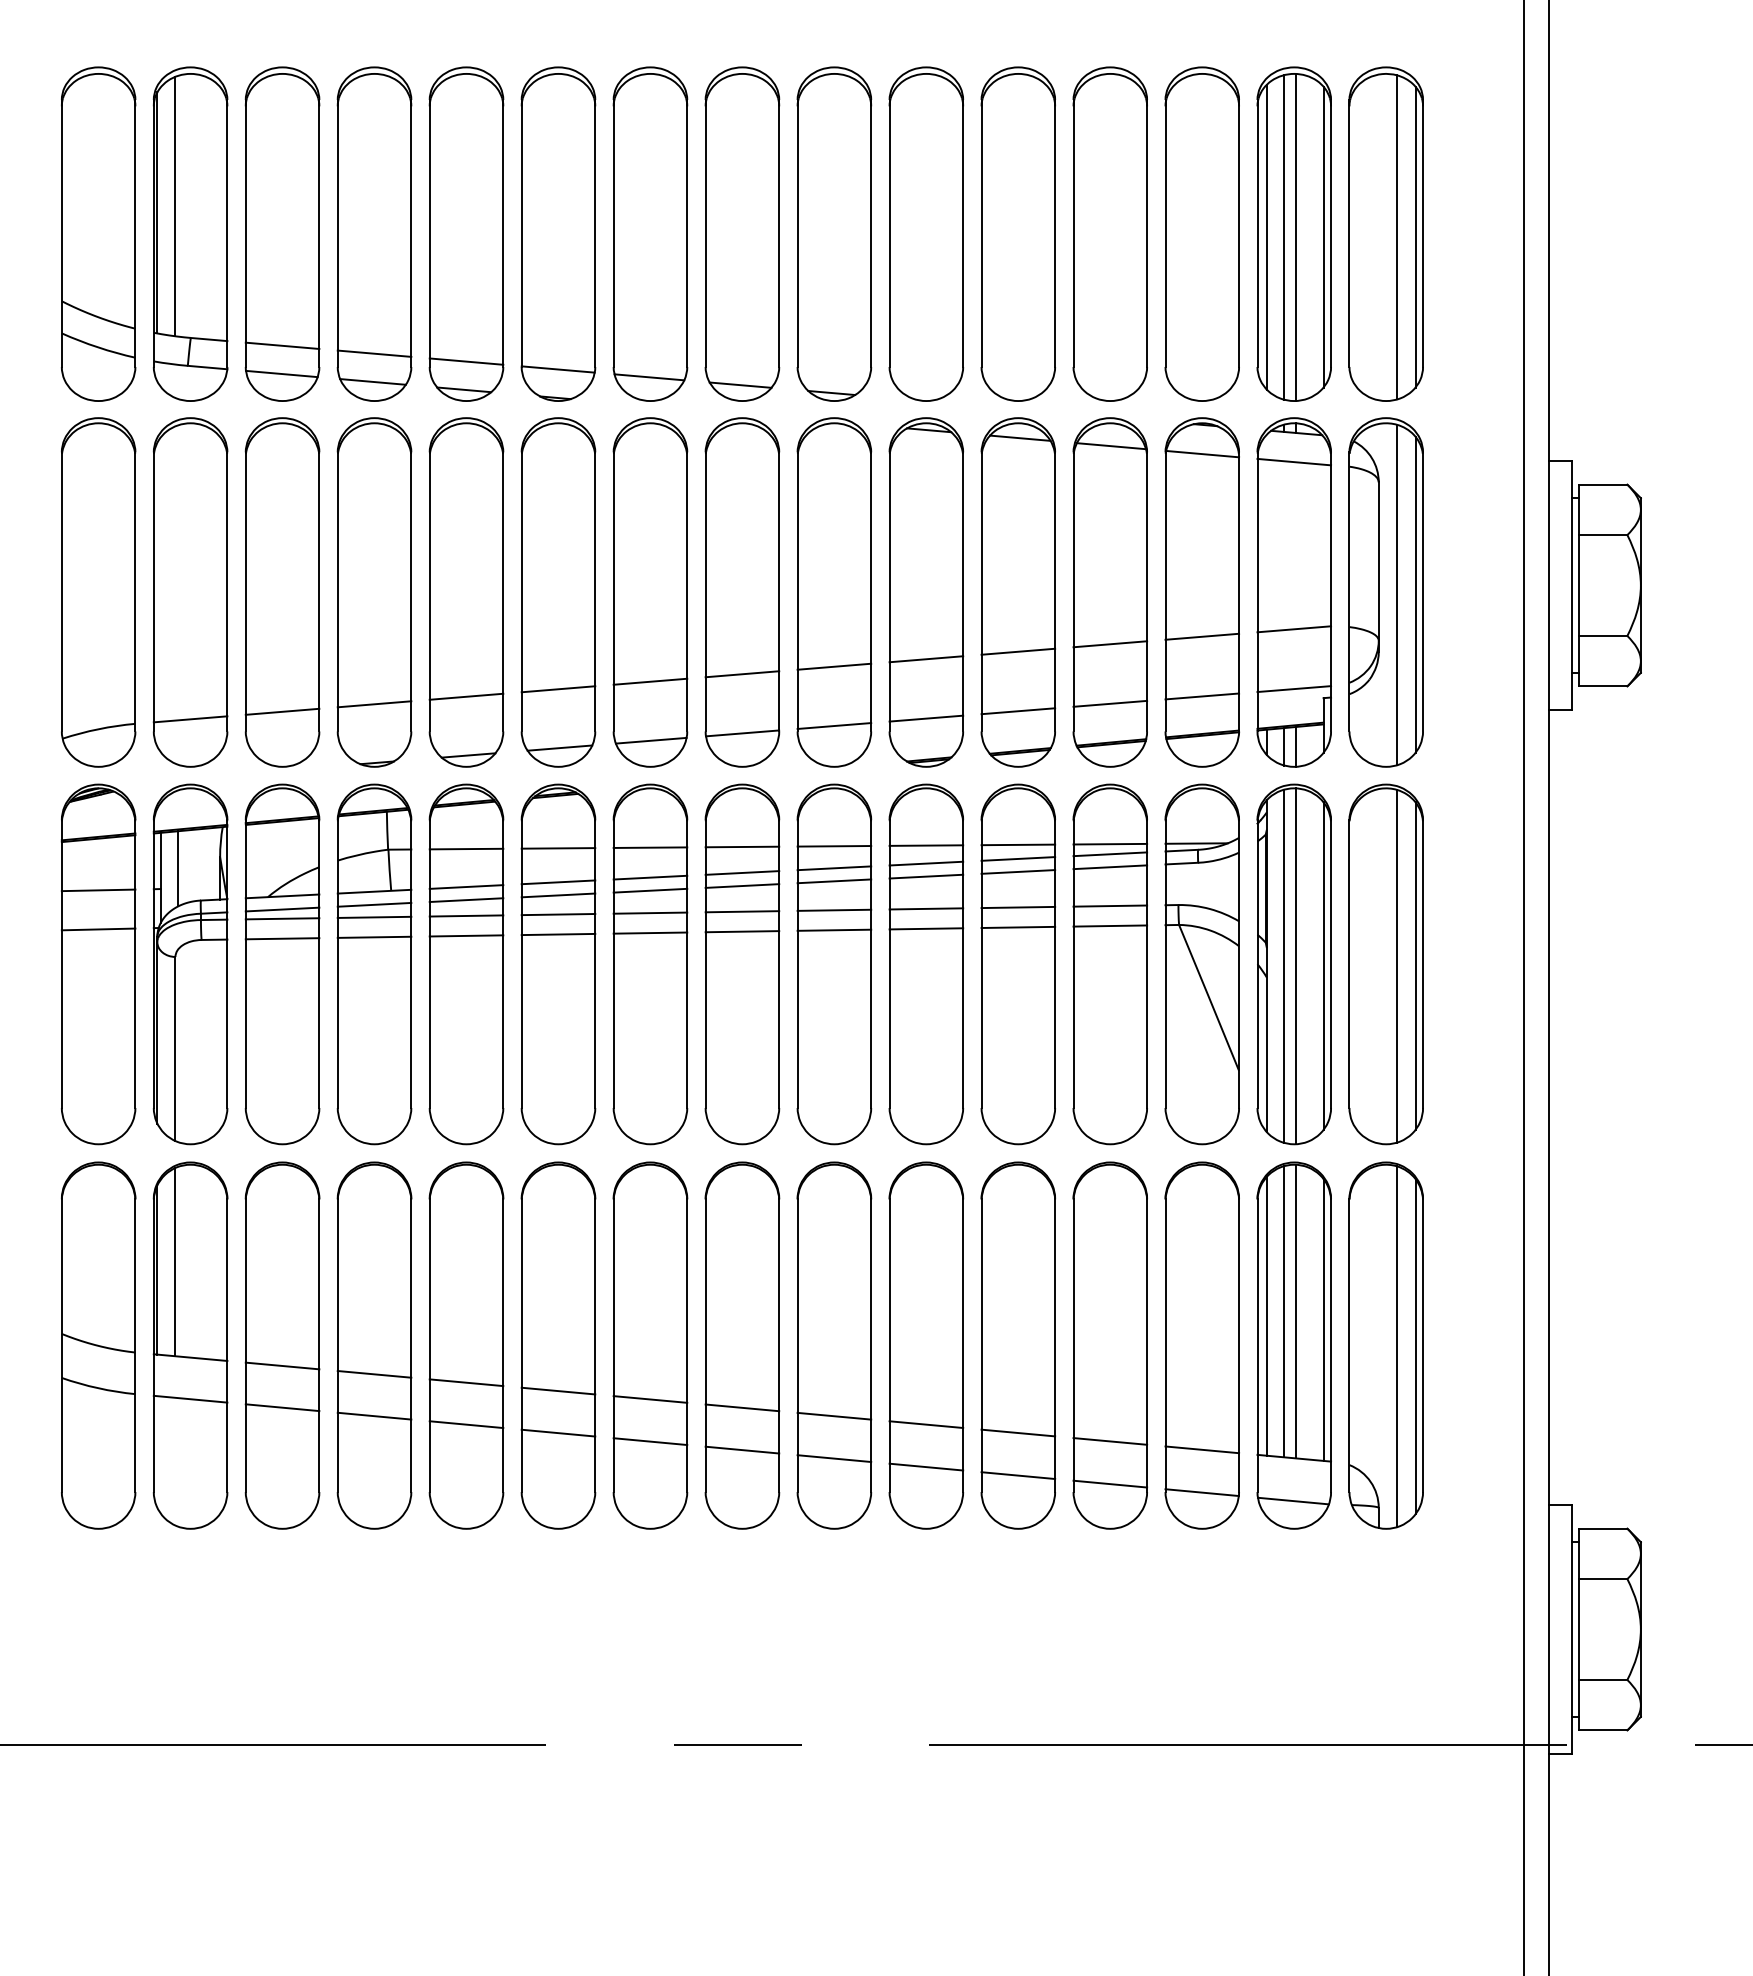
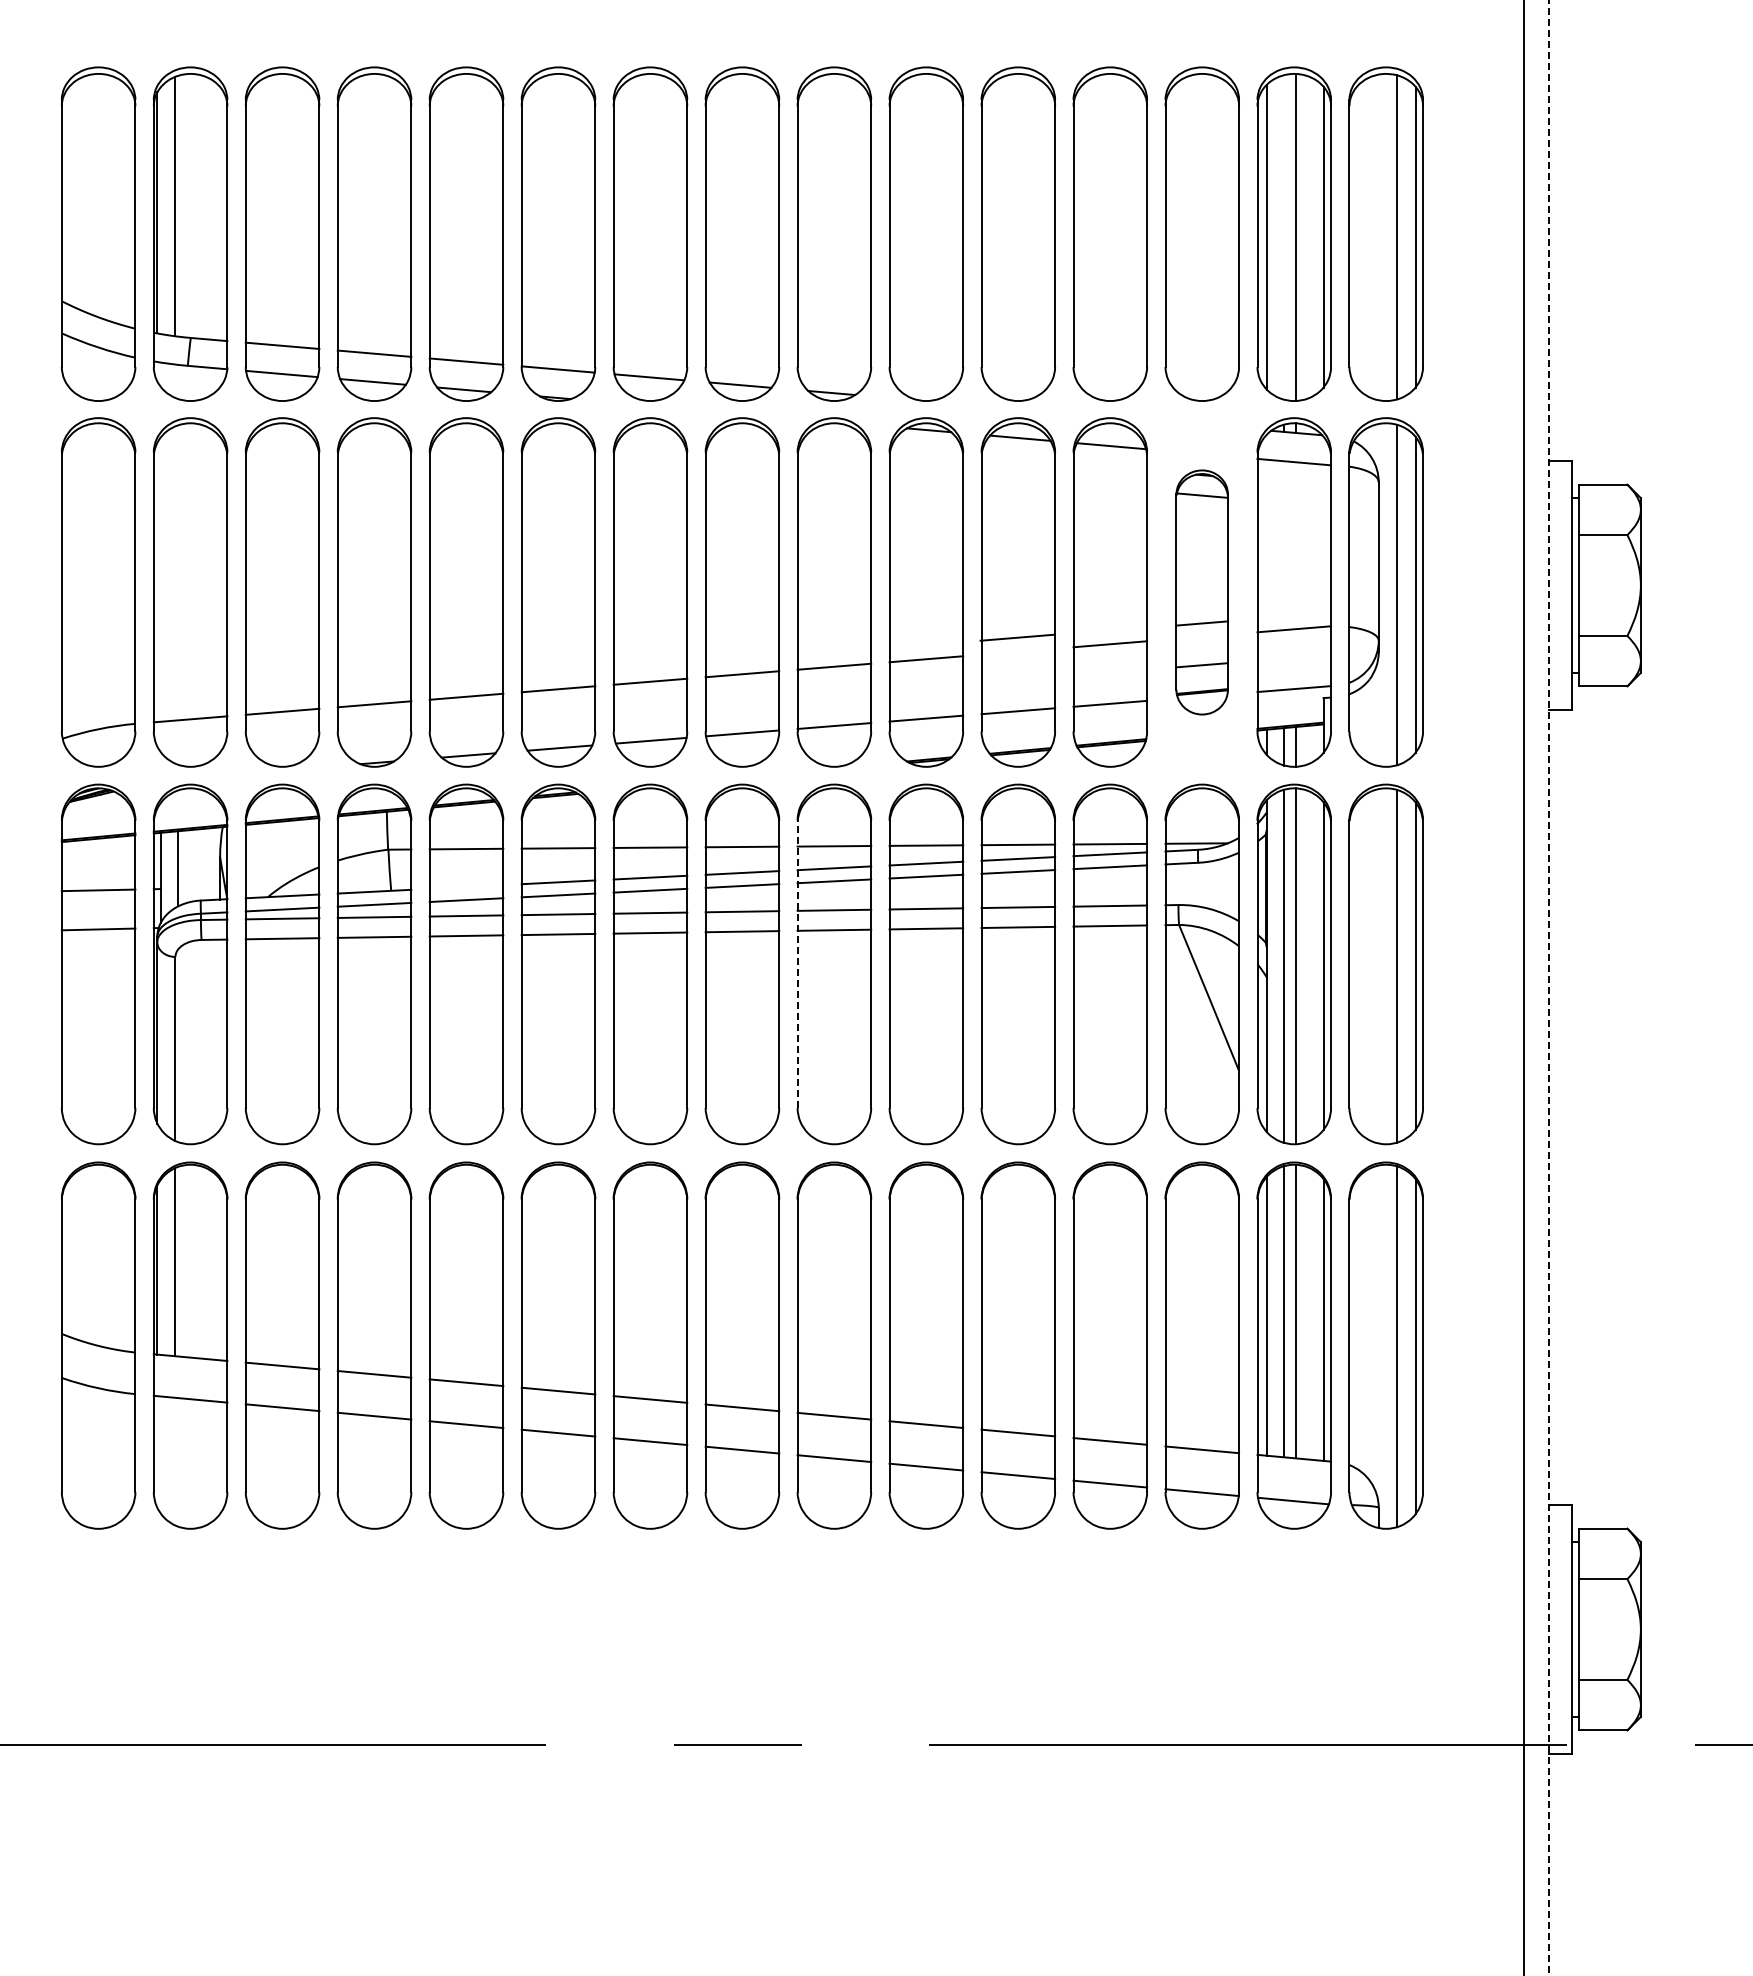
line at (1284, 237): present -> none
part at (1201, 592) size: 76x351 px -> 54x247 px
line at (1018, 651) position: (1018, 651) -> (1017, 637)
line at (466, 886): present -> none
line at (797, 964): solid -> dashed
line at (1548, 988): solid -> dashed
